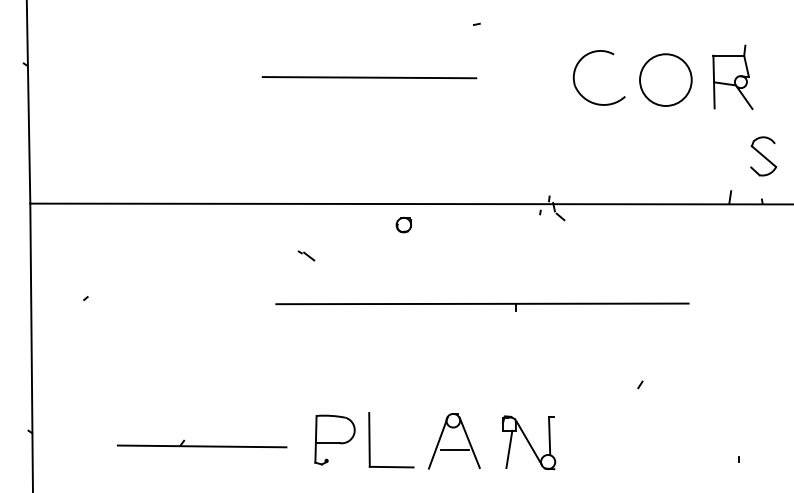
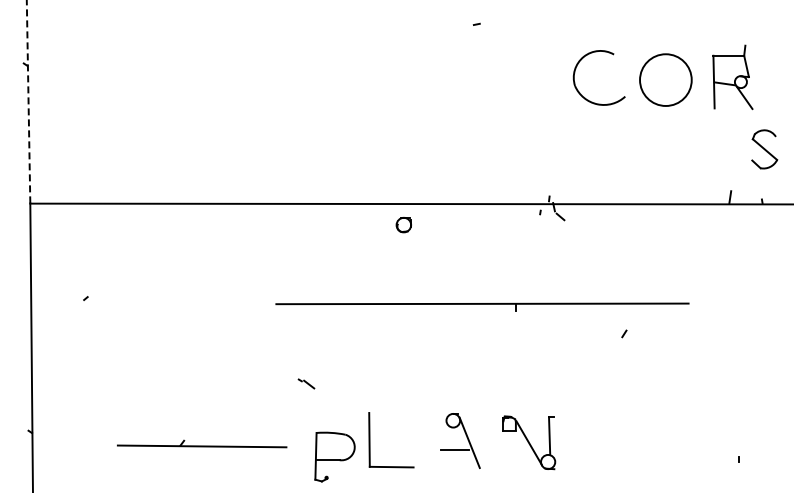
line at (369, 77): present -> none
line at (28, 102): solid -> dashed
part at (763, 156) position: (763, 156) -> (764, 149)
part at (306, 255) position: (306, 255) -> (306, 383)
line at (640, 384) position: (640, 384) -> (624, 333)
part at (334, 439) position: (334, 439) -> (334, 456)
line at (437, 442): present -> none
line at (509, 449): present -> none
